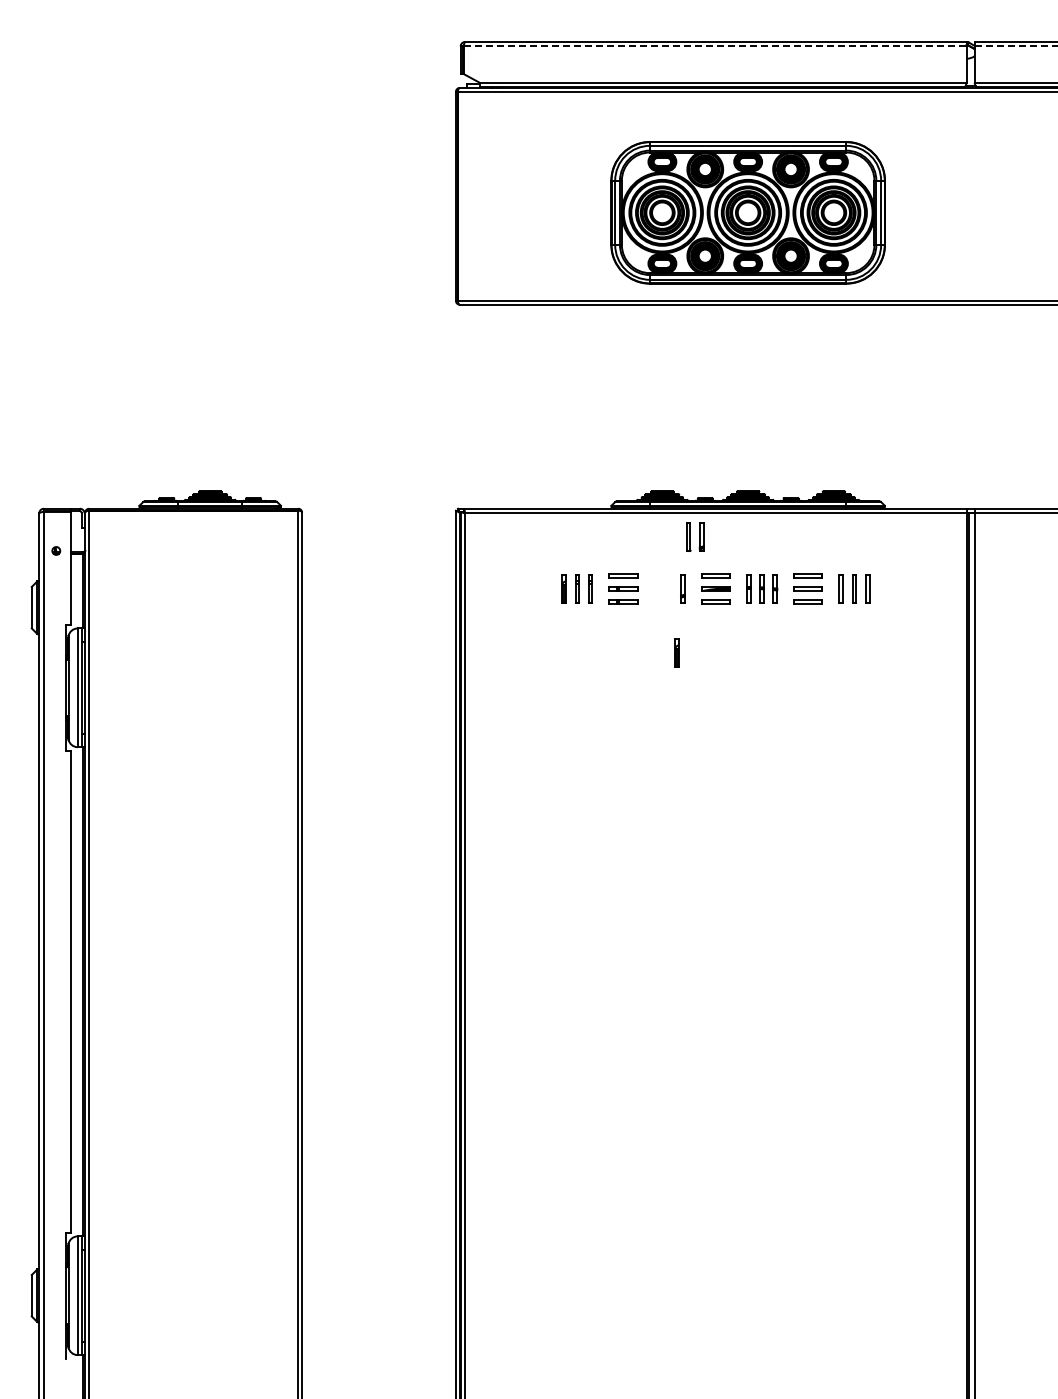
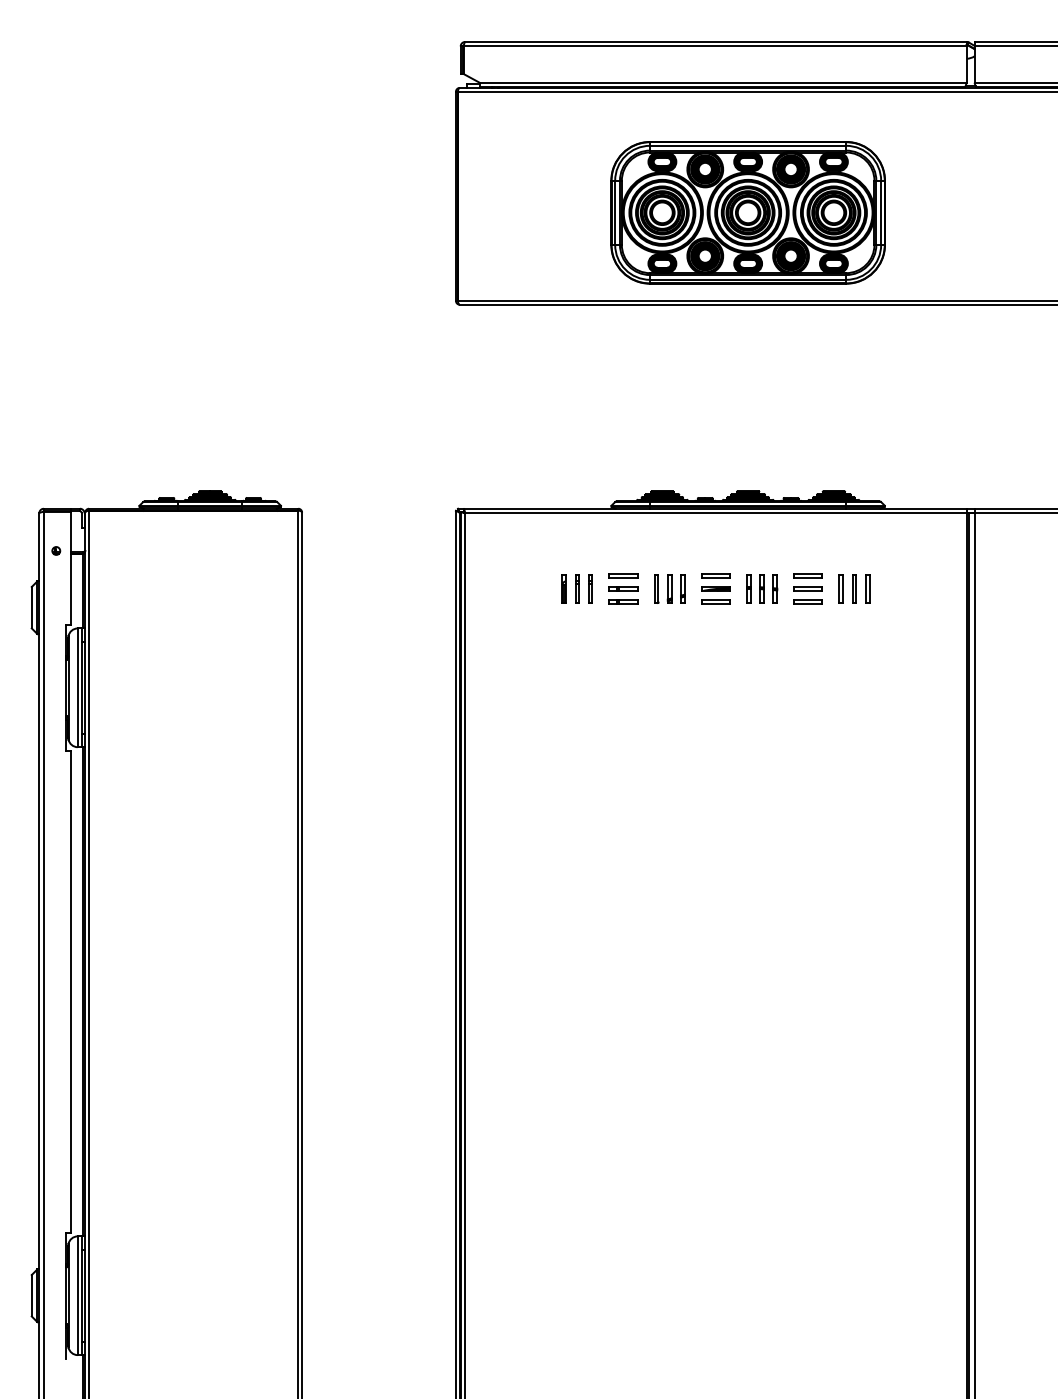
line at (715, 46): dashed -> solid
line at (1016, 46): dashed -> solid
part at (695, 536) position: (695, 536) -> (663, 588)
part at (676, 652): present -> none
